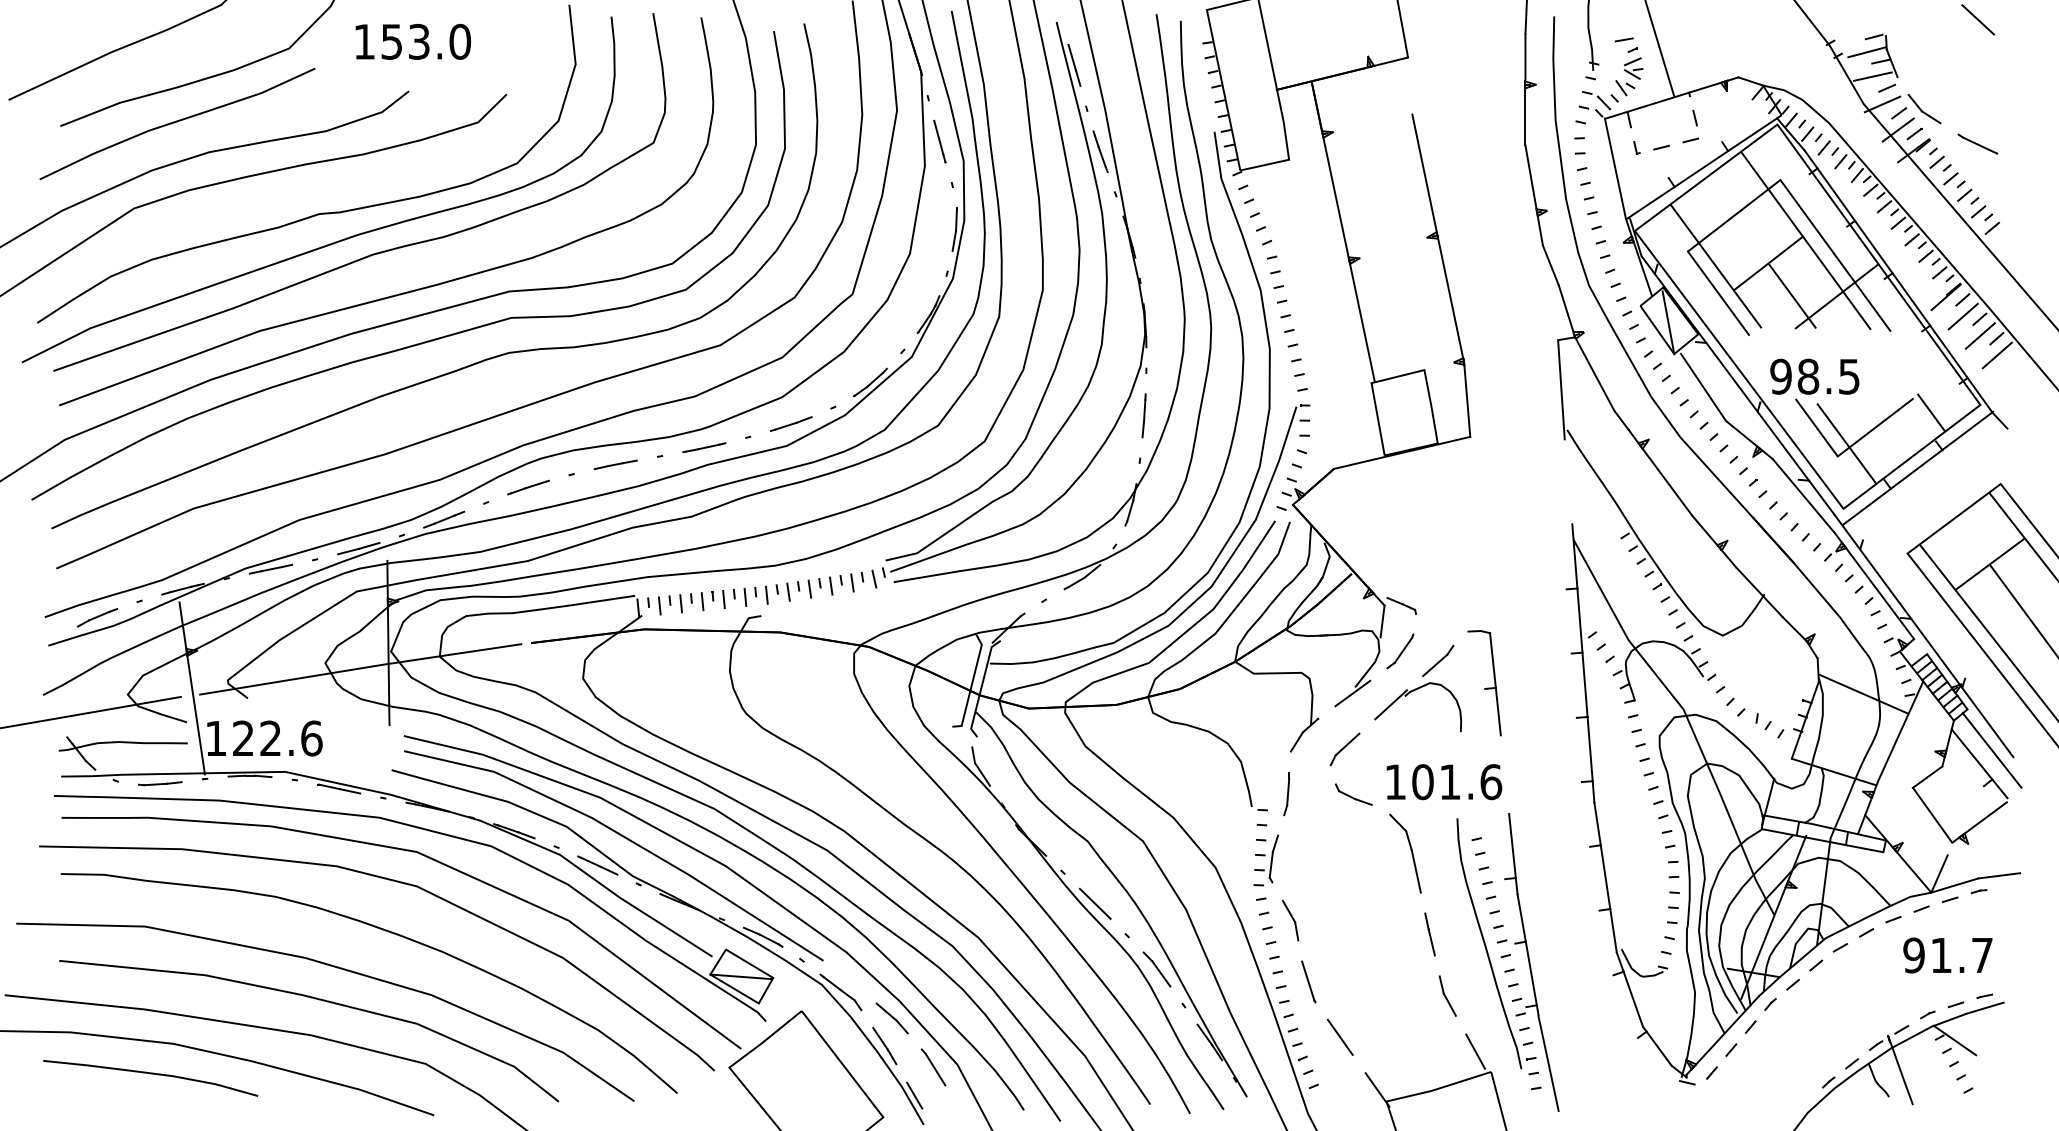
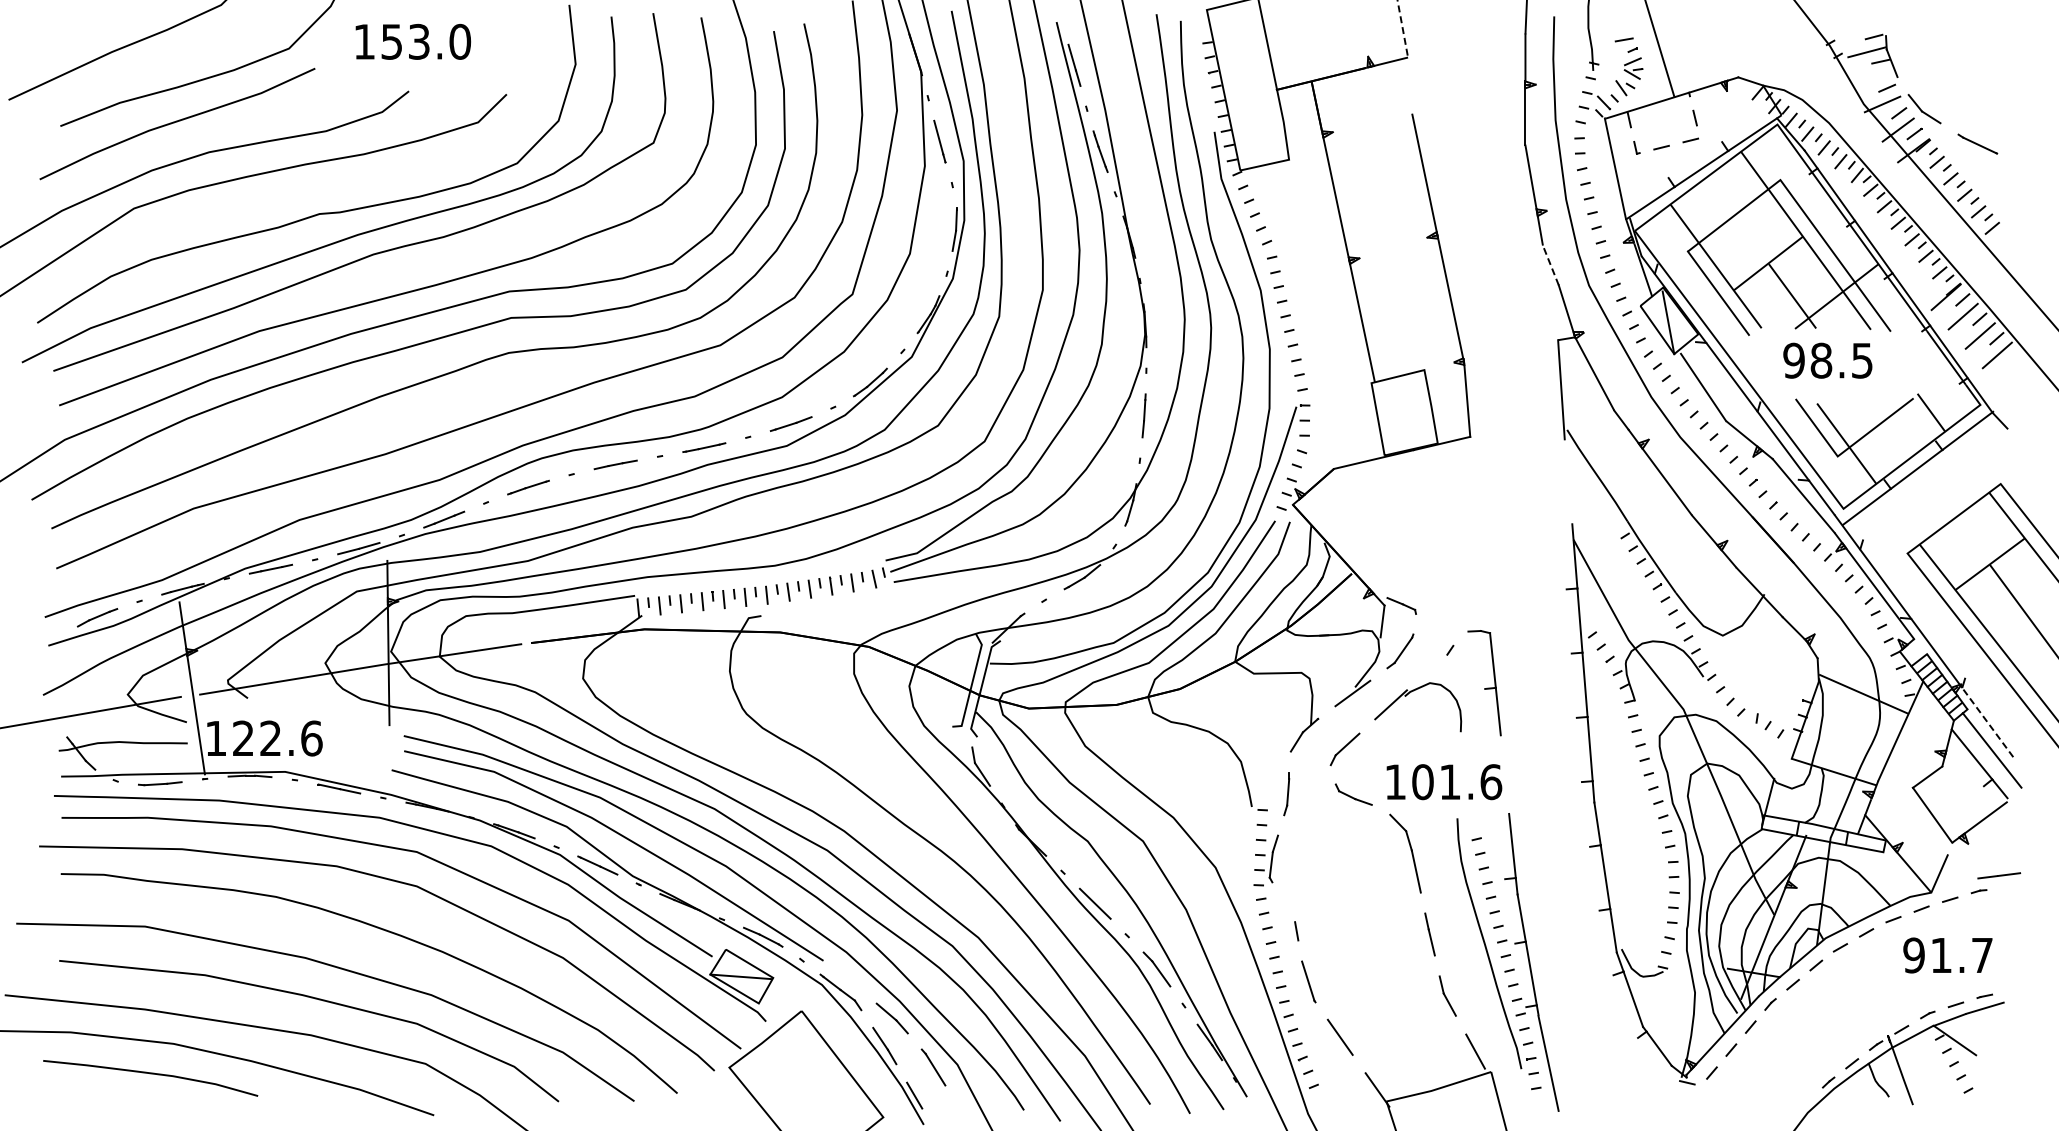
line at (1977, 19): present -> none
line at (1402, 29): solid -> dashed
line at (1872, 76): present -> none
line at (1550, 265): solid -> dashed
text at (1814, 376) position: (1814, 376) -> (1827, 360)
line at (1435, 665): present -> none
line at (1987, 722): solid -> dashed
line at (1954, 885): present -> none
line at (1288, 911): present -> none
